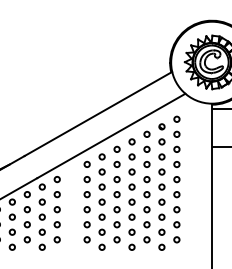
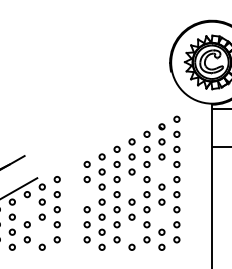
line at (98, 113): present -> none
line at (111, 135): present -> none
circle at (161, 171): present -> none
circle at (131, 186): present -> none
circle at (86, 194): present -> none
circle at (26, 209): present -> none
circle at (161, 216): present -> none
circle at (41, 231): present -> none
circle at (131, 231): present -> none
